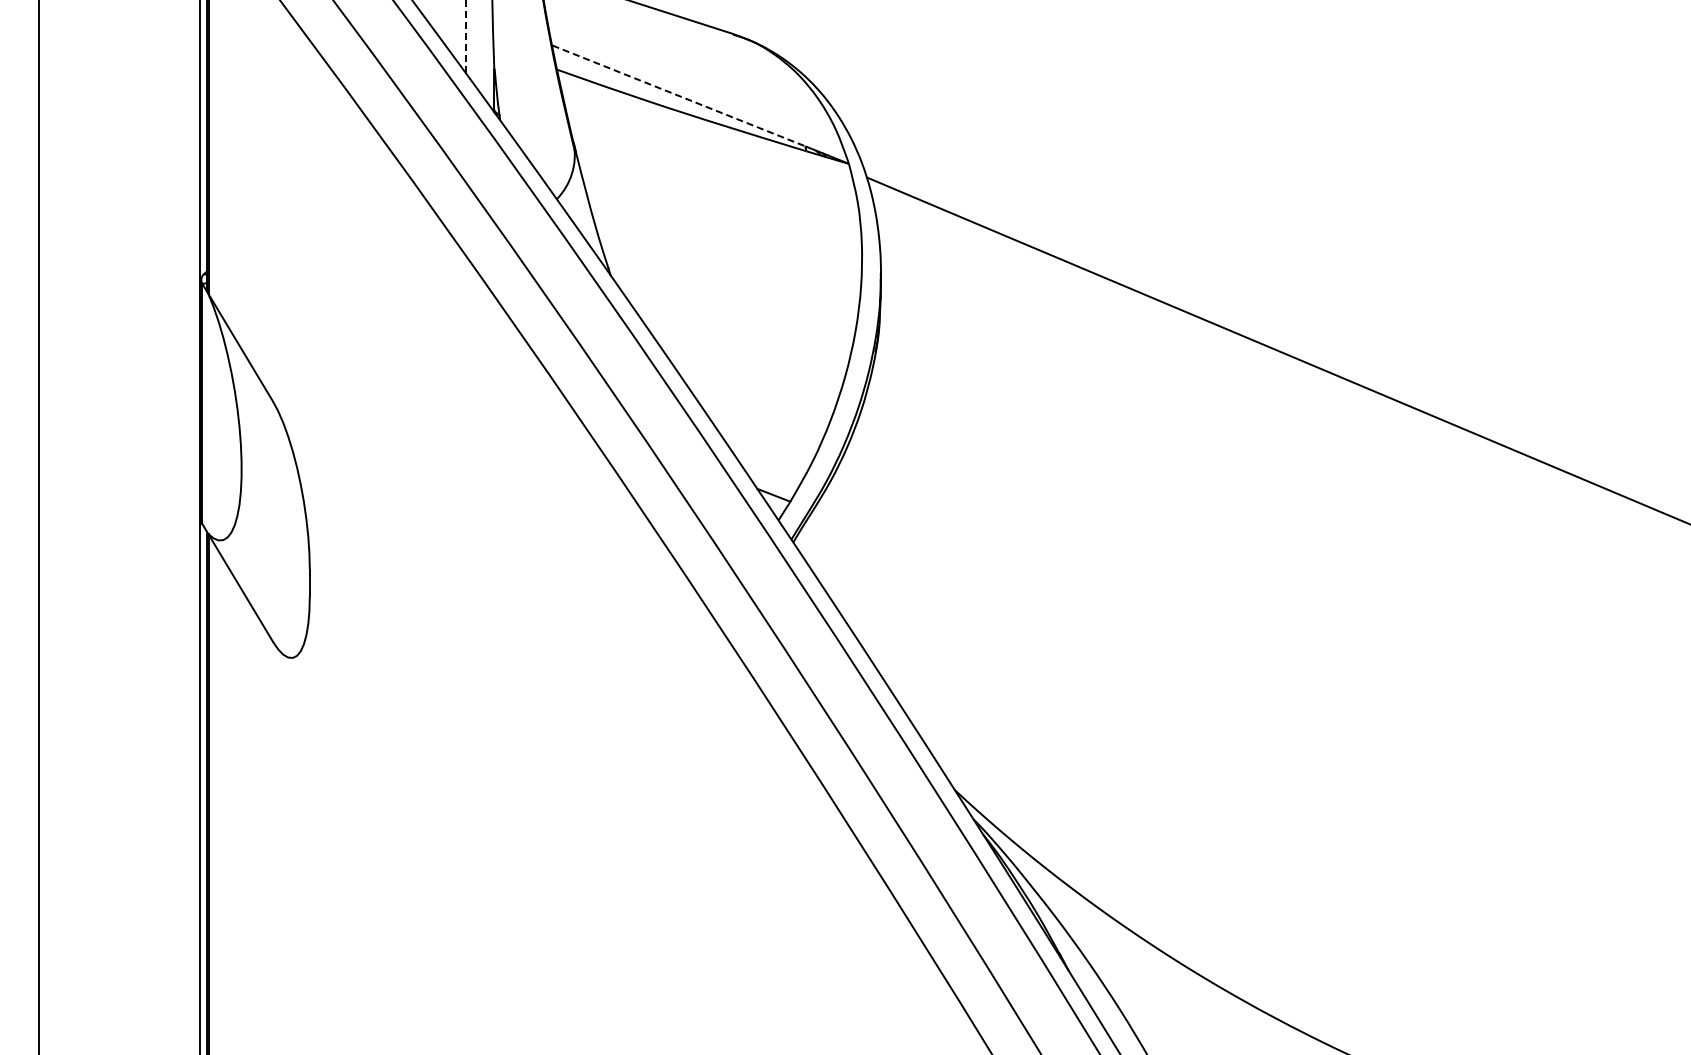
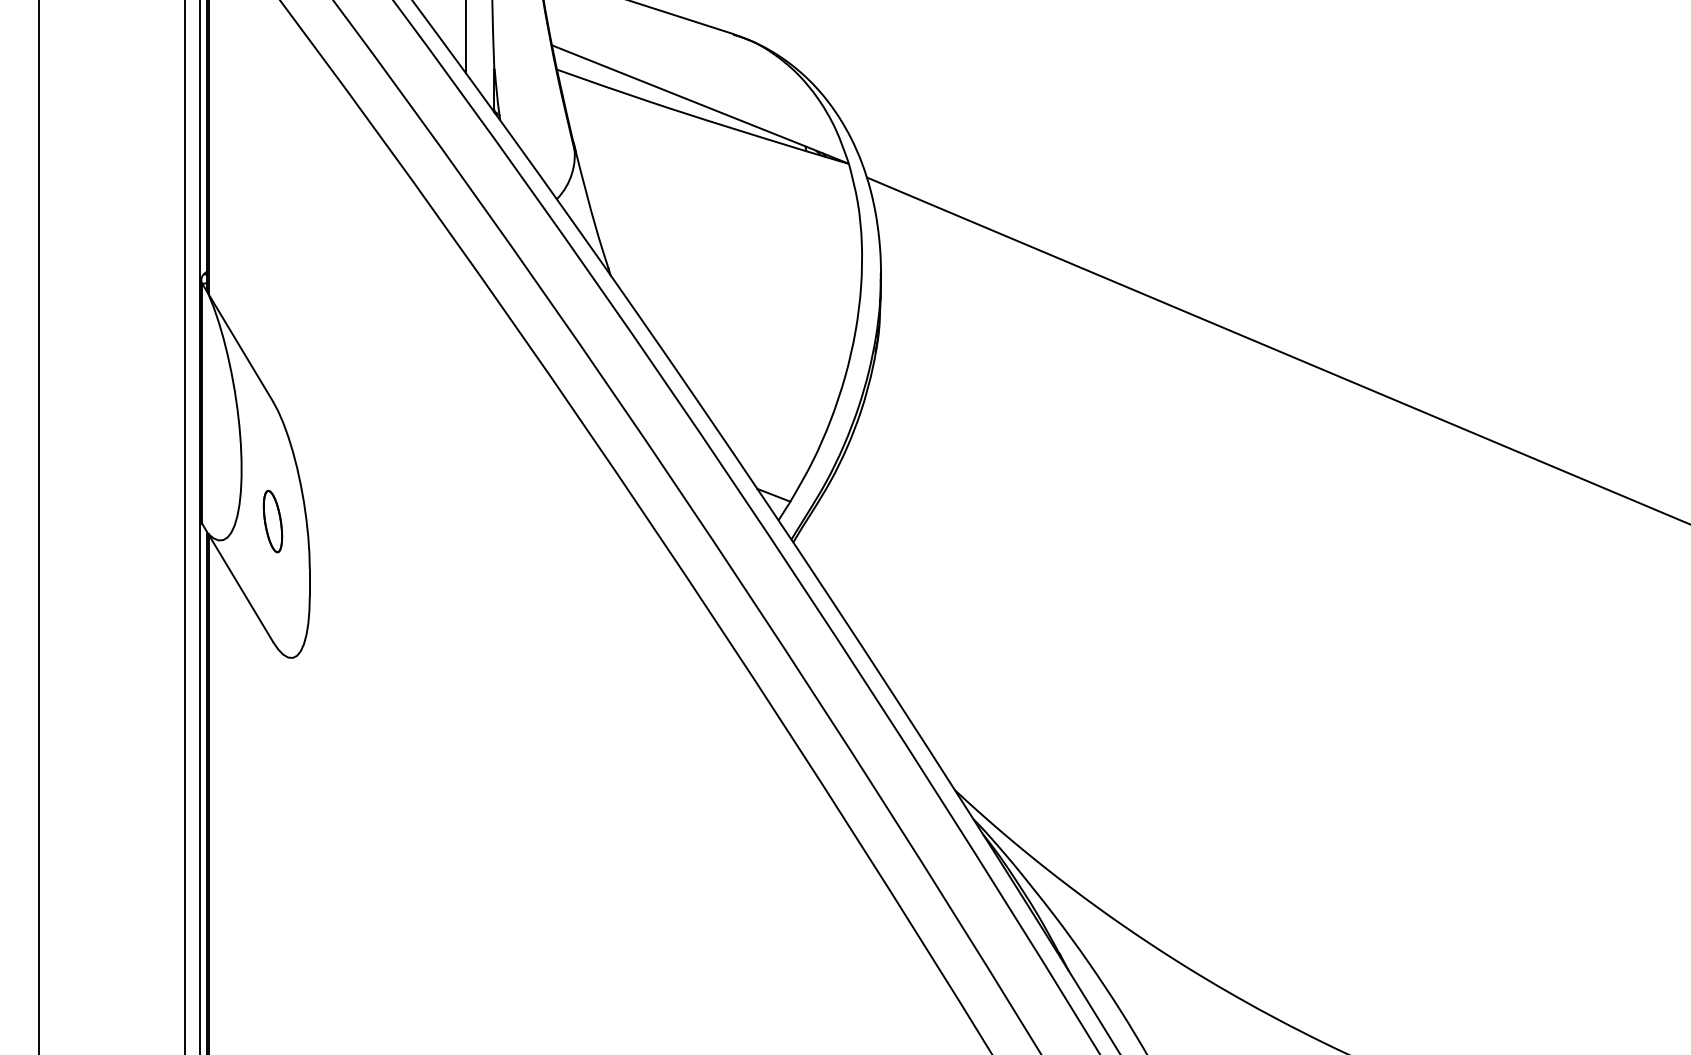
line at (465, 36): dashed -> solid
line at (679, 96): dashed -> solid
part at (272, 521): none -> present
line at (184, 526): none -> present
